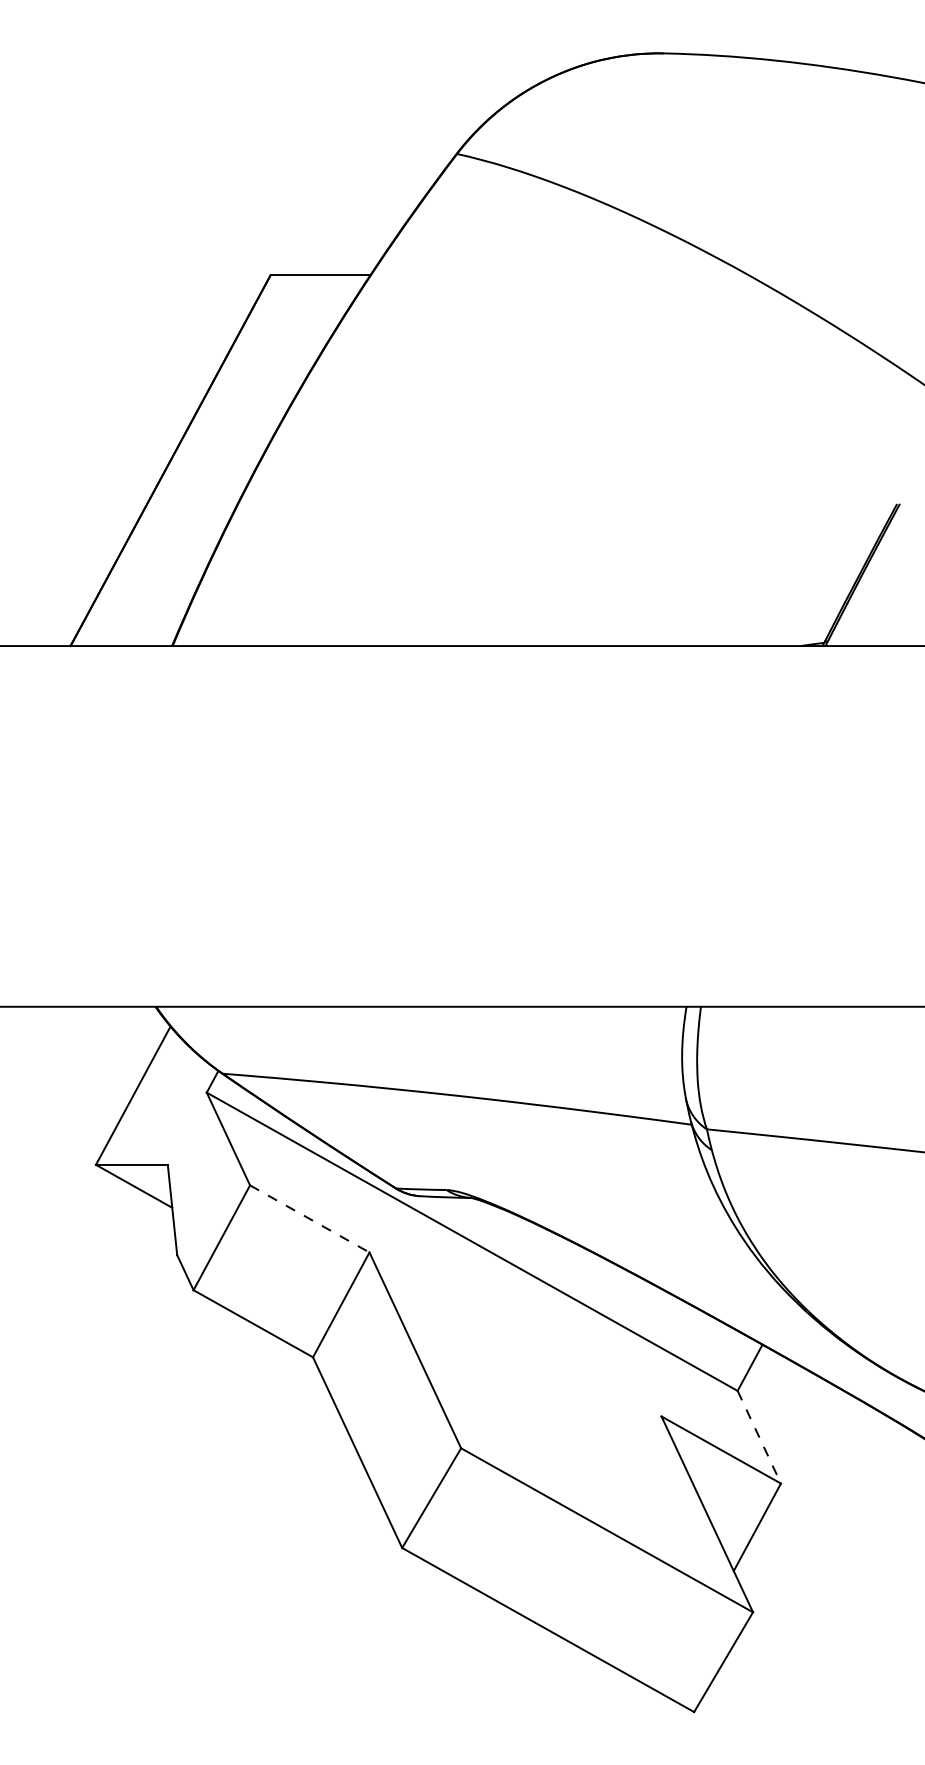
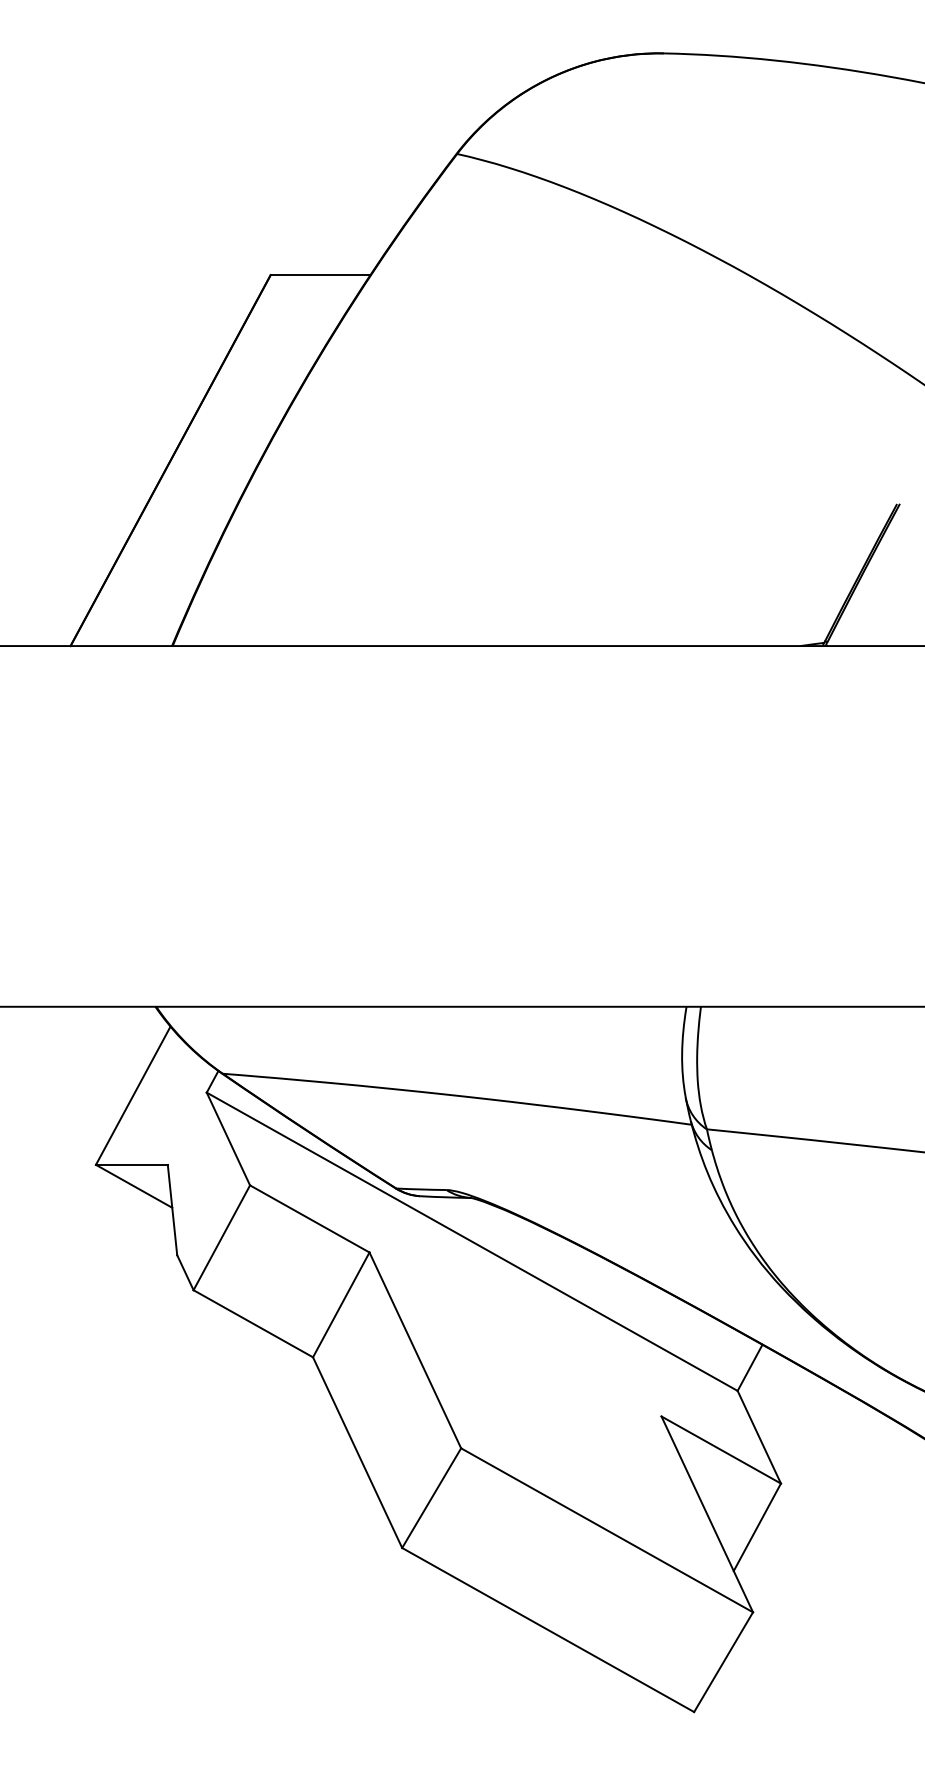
line at (309, 1218): dashed -> solid
line at (759, 1437): dashed -> solid
